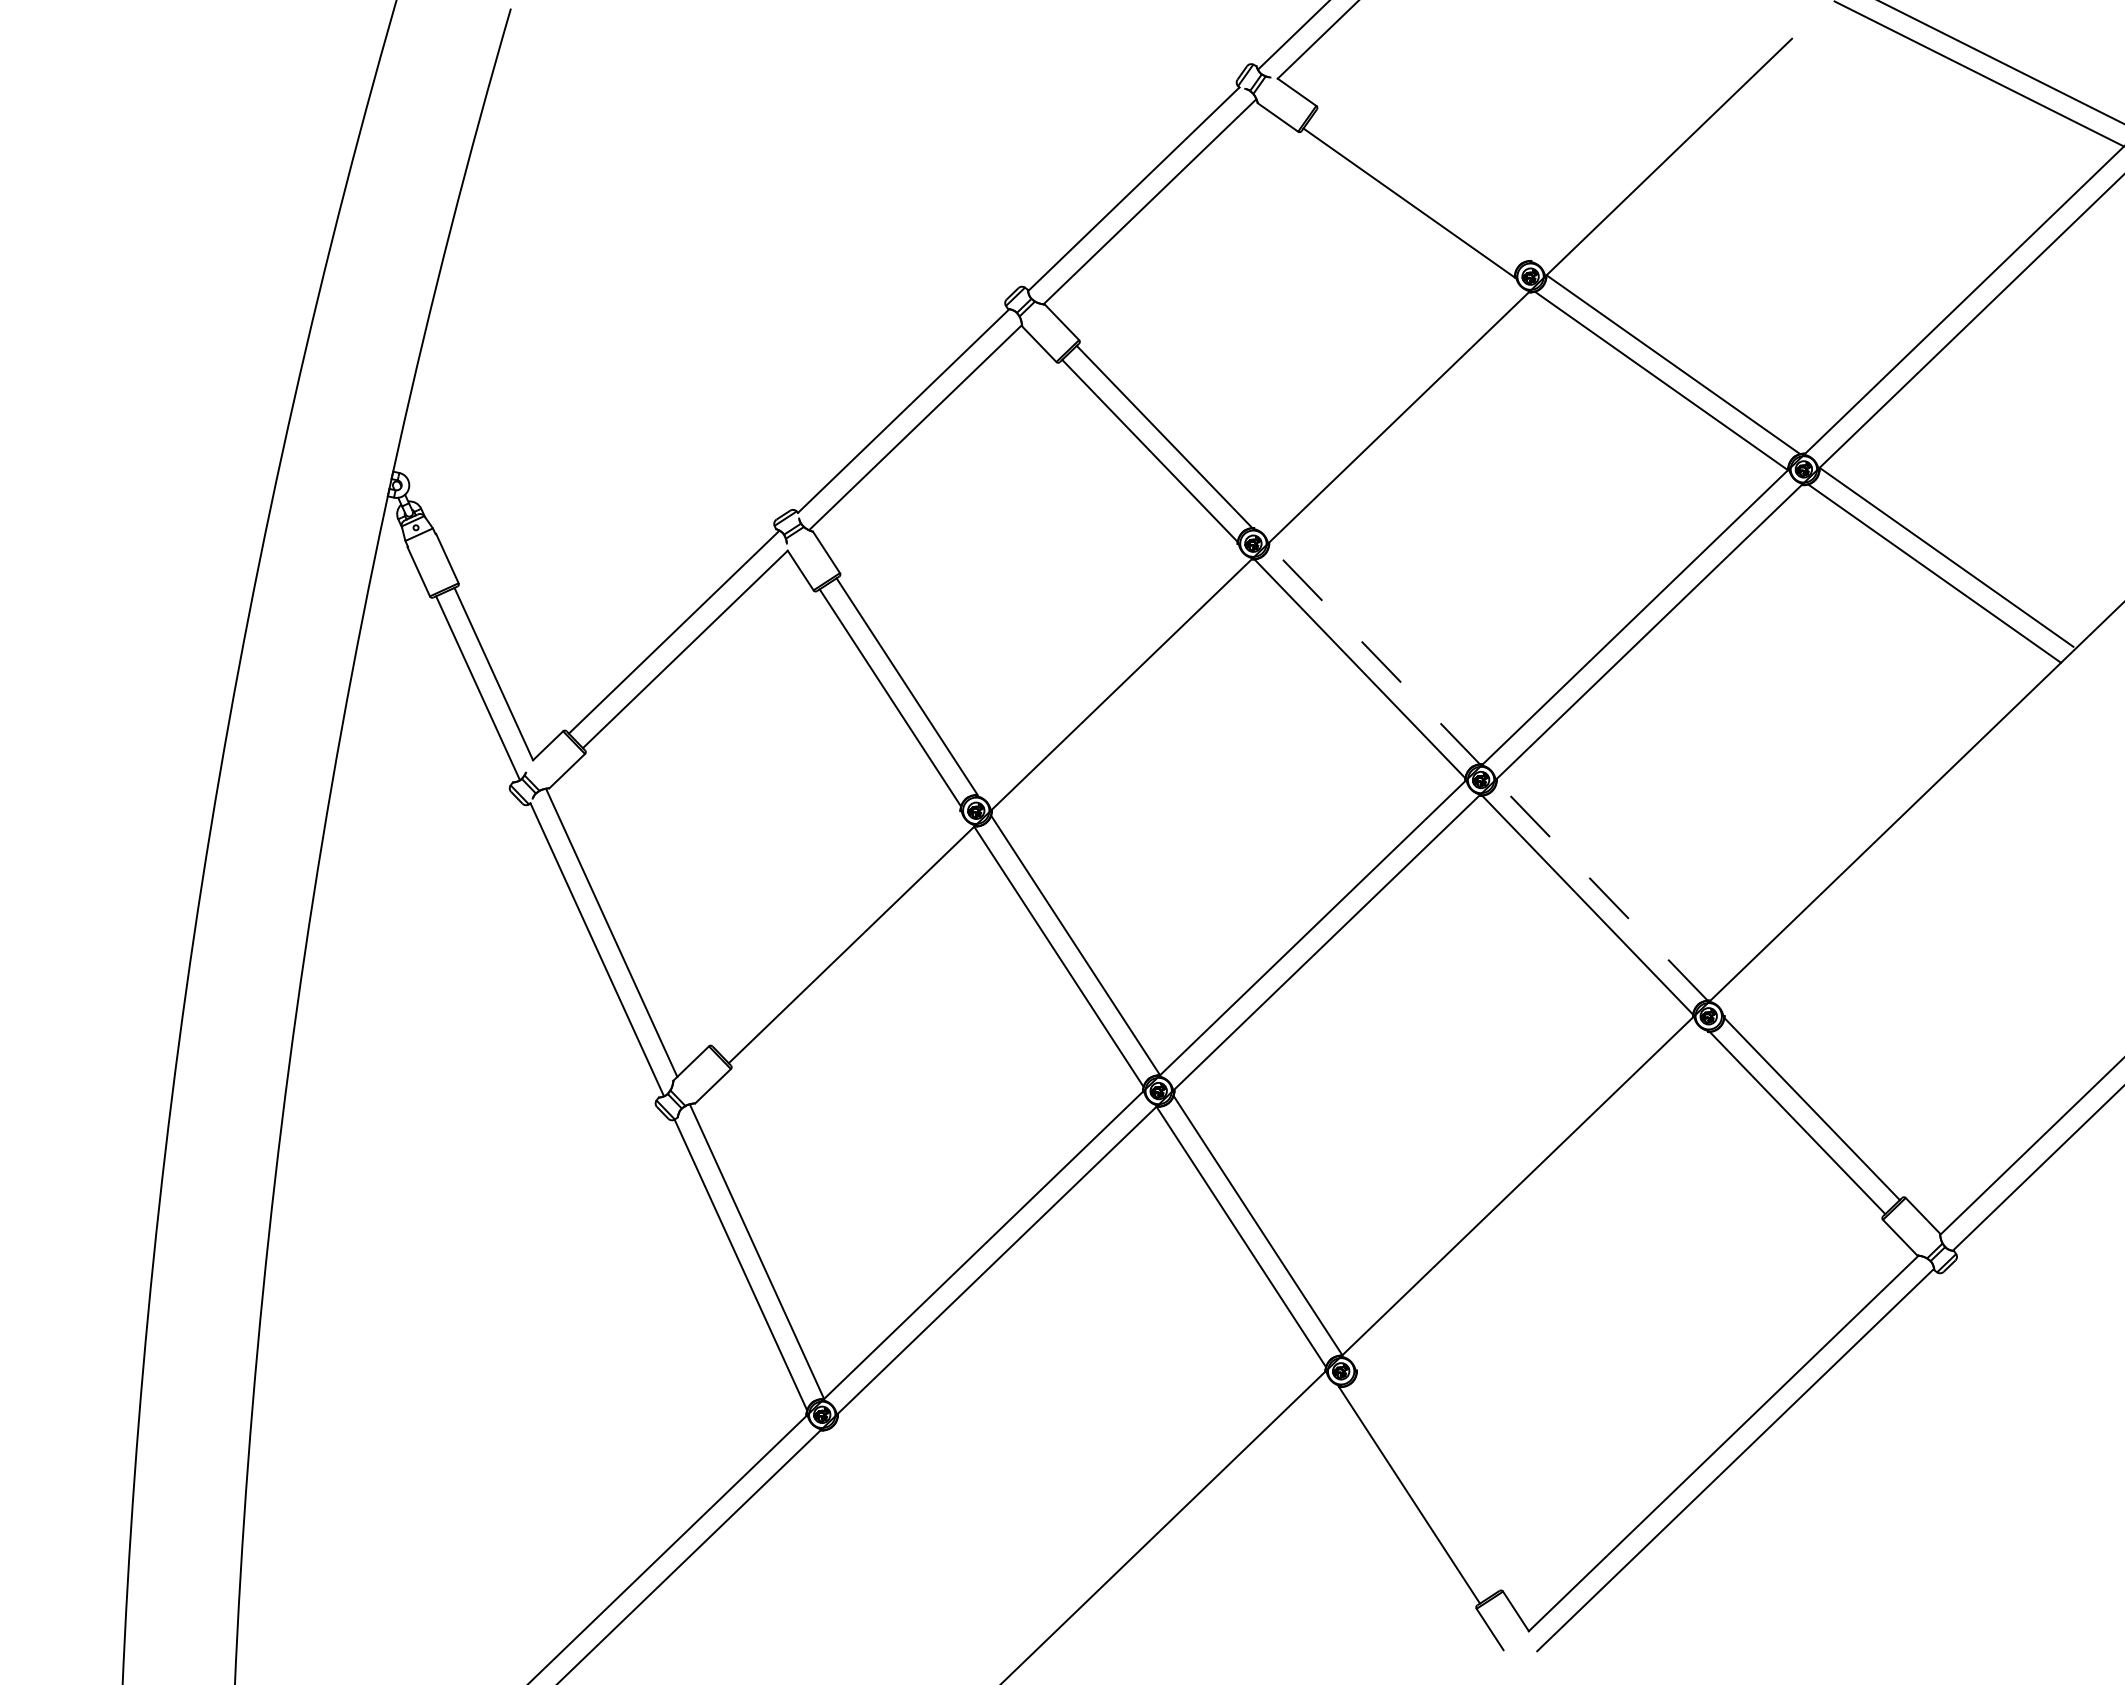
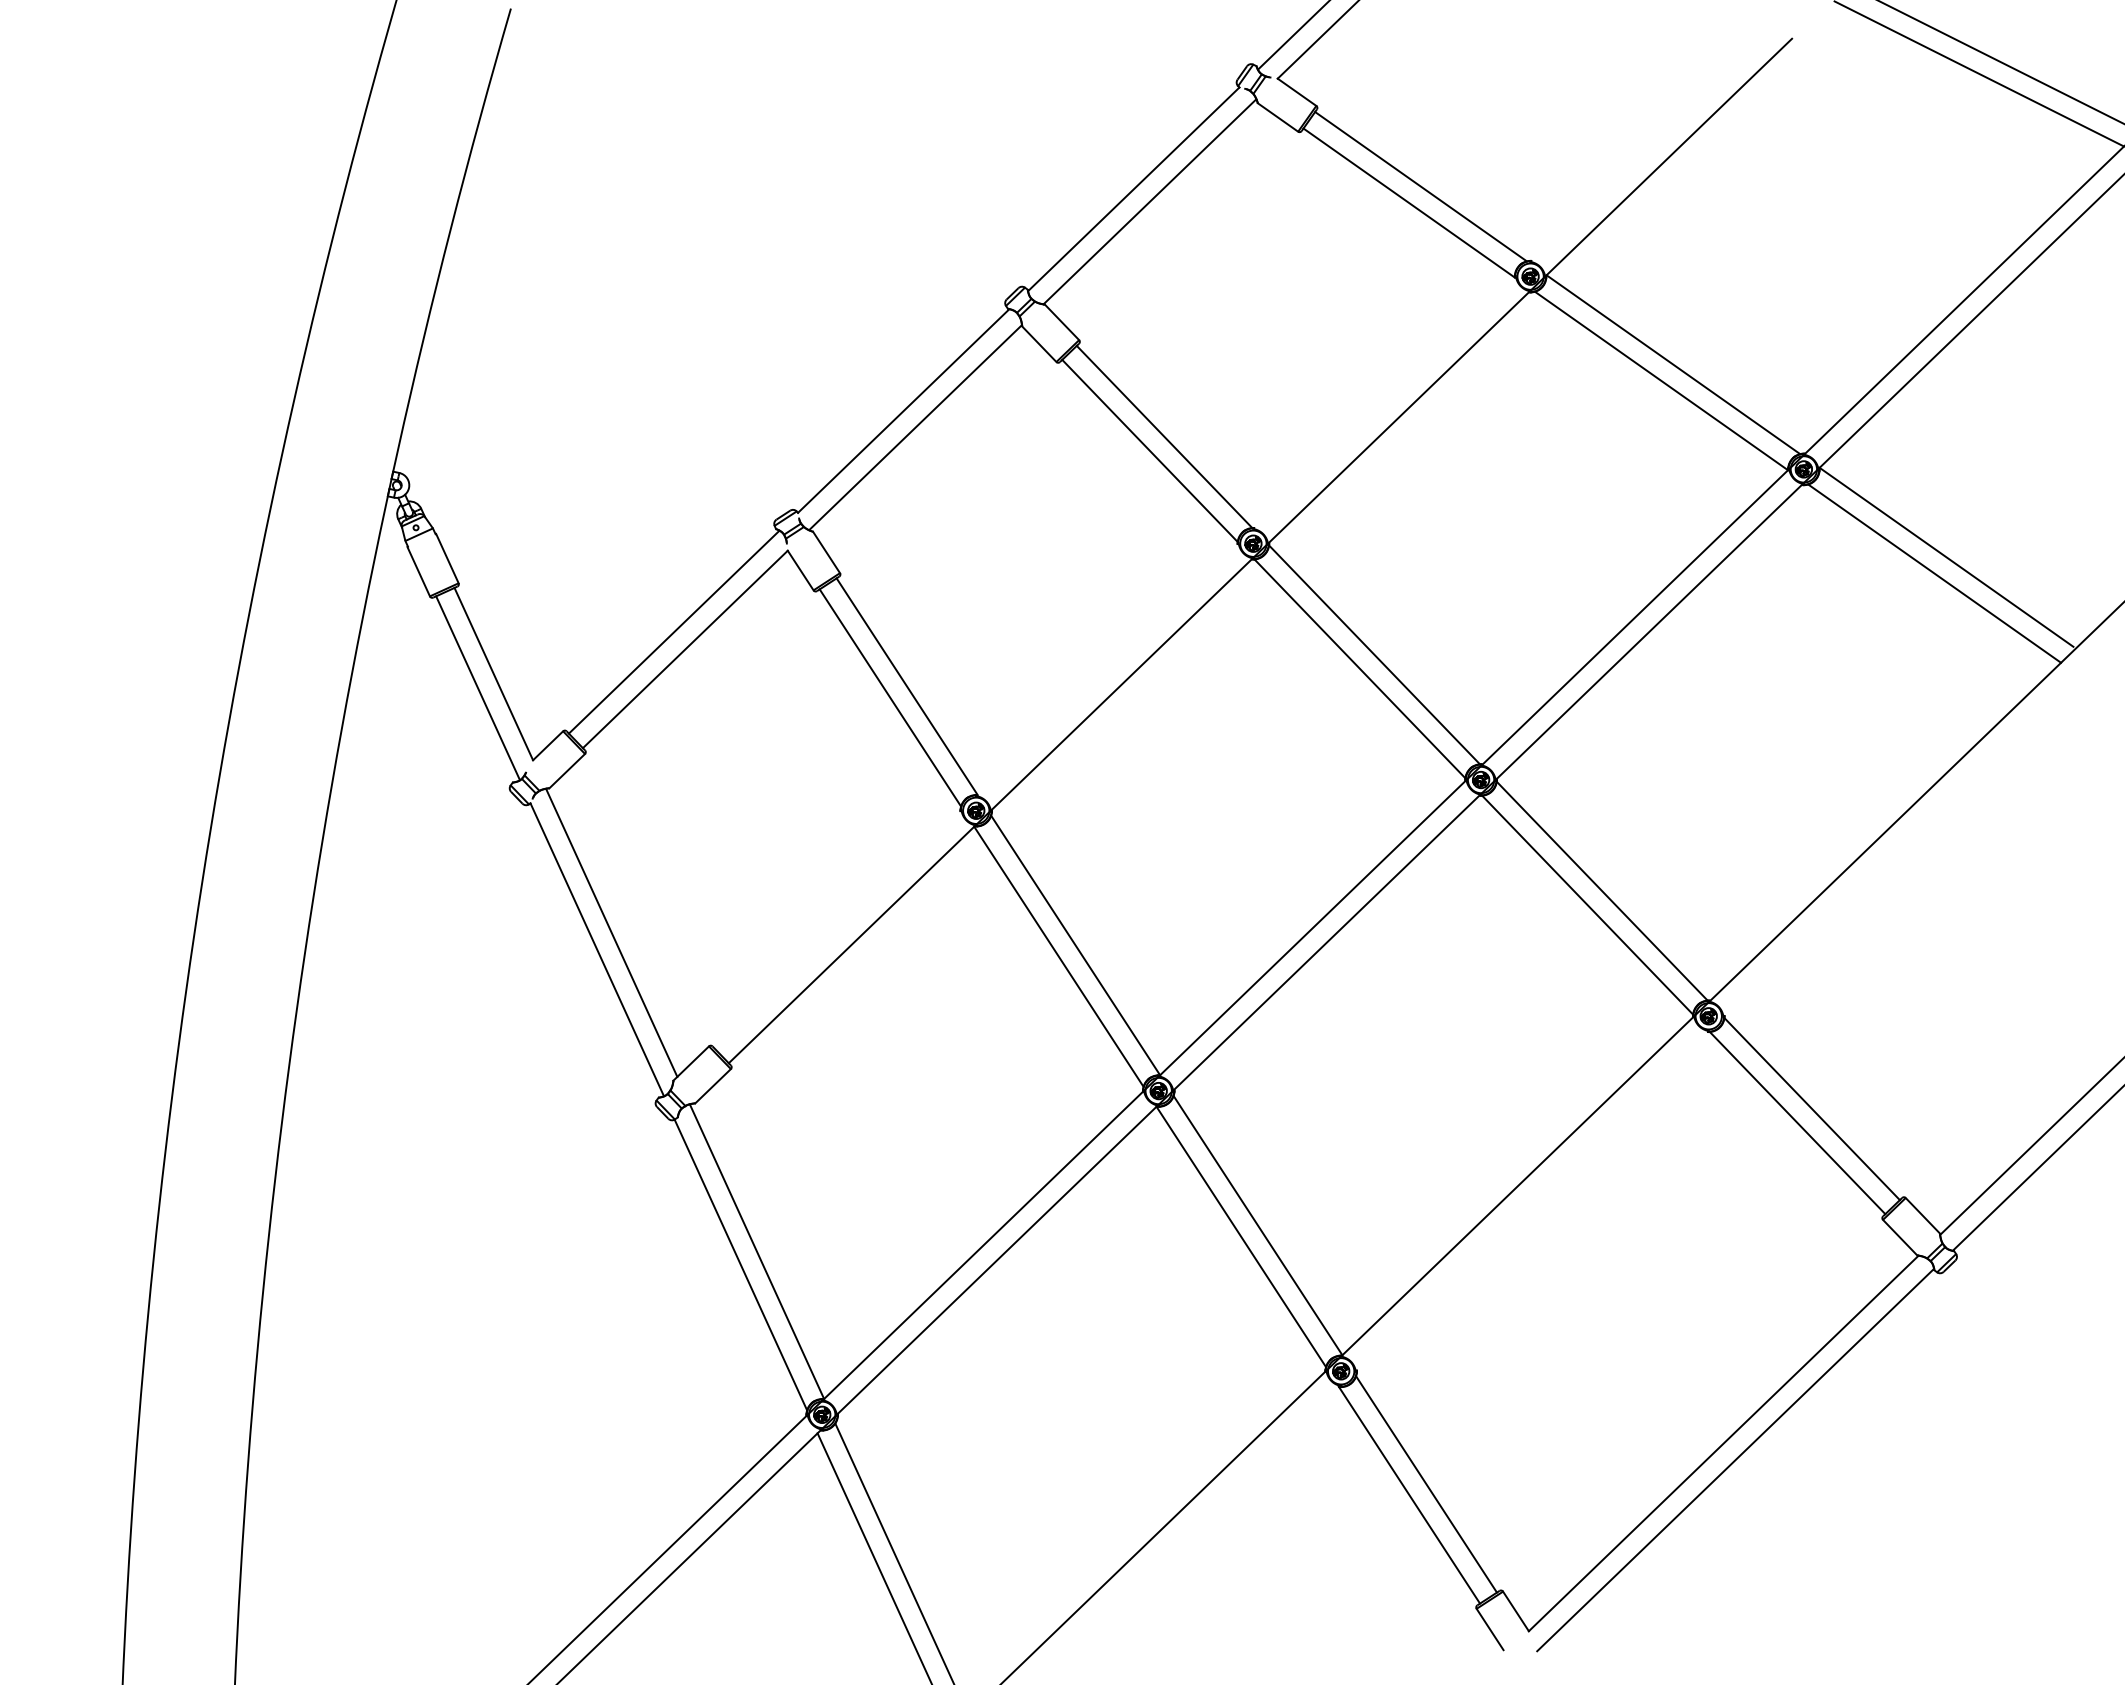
line at (1420, 186): none -> present
line at (1374, 654): dashed -> solid
line at (1602, 891): dashed -> solid
line at (1426, 1484): none -> present
line at (894, 1552): none -> present
line at (873, 1557): none -> present
